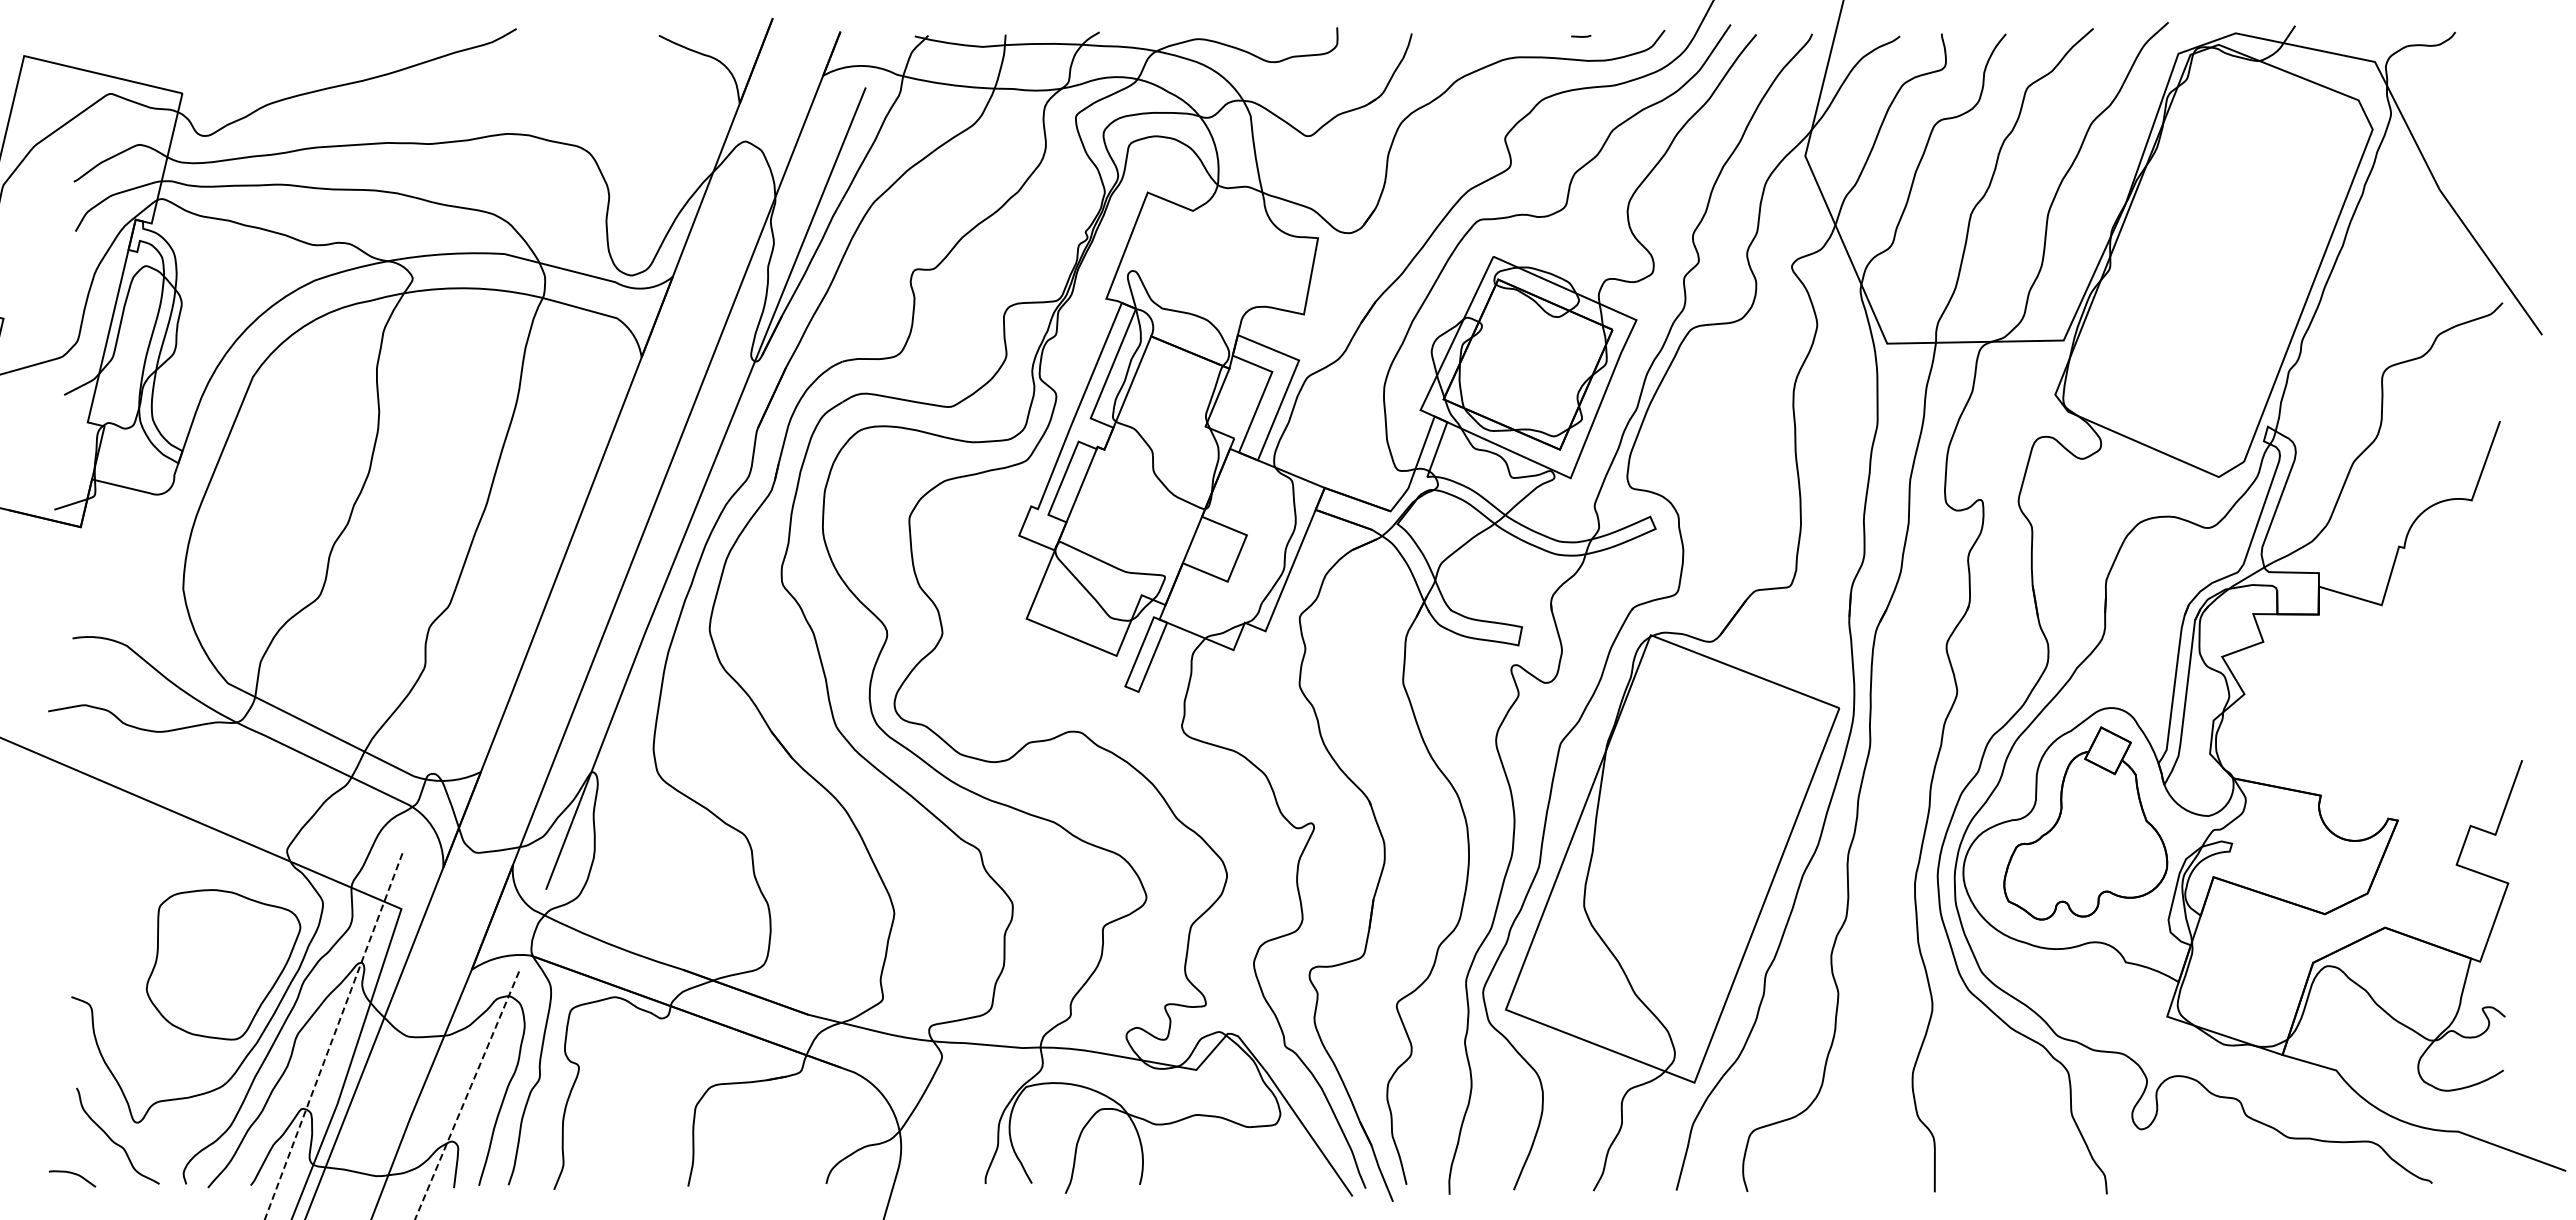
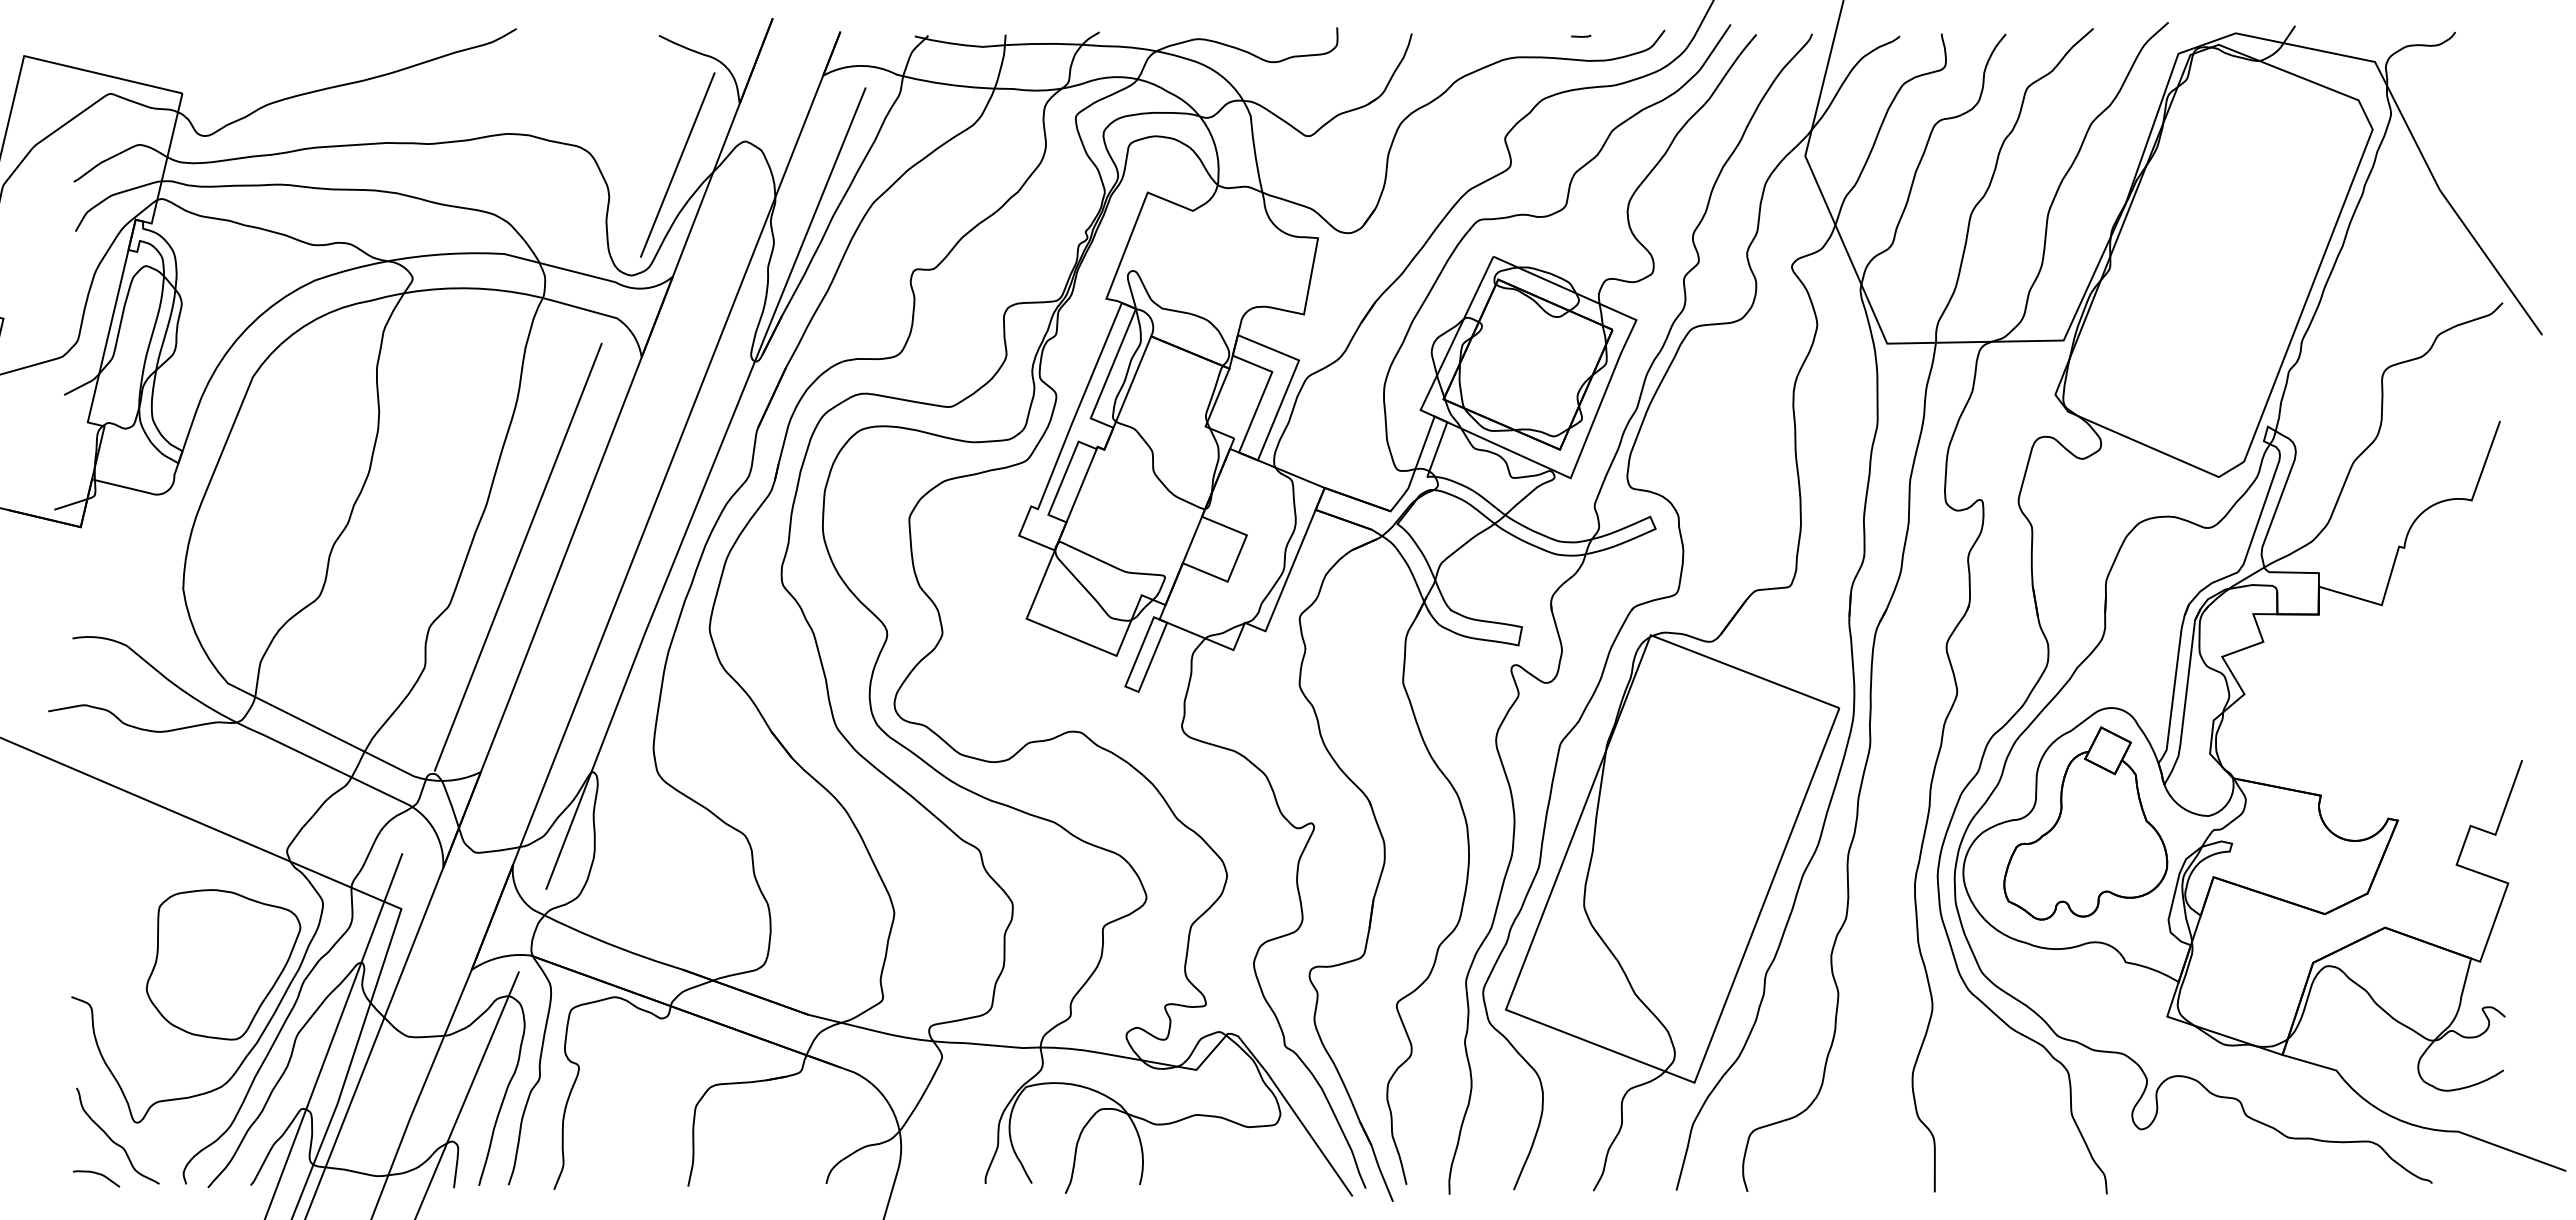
line at (677, 164): none -> present
line at (517, 556): none -> present
line at (333, 1036): dashed -> solid
line at (467, 1095): dashed -> solid
curve at (72, 1174) position: (72, 1174) -> (96, 1174)
